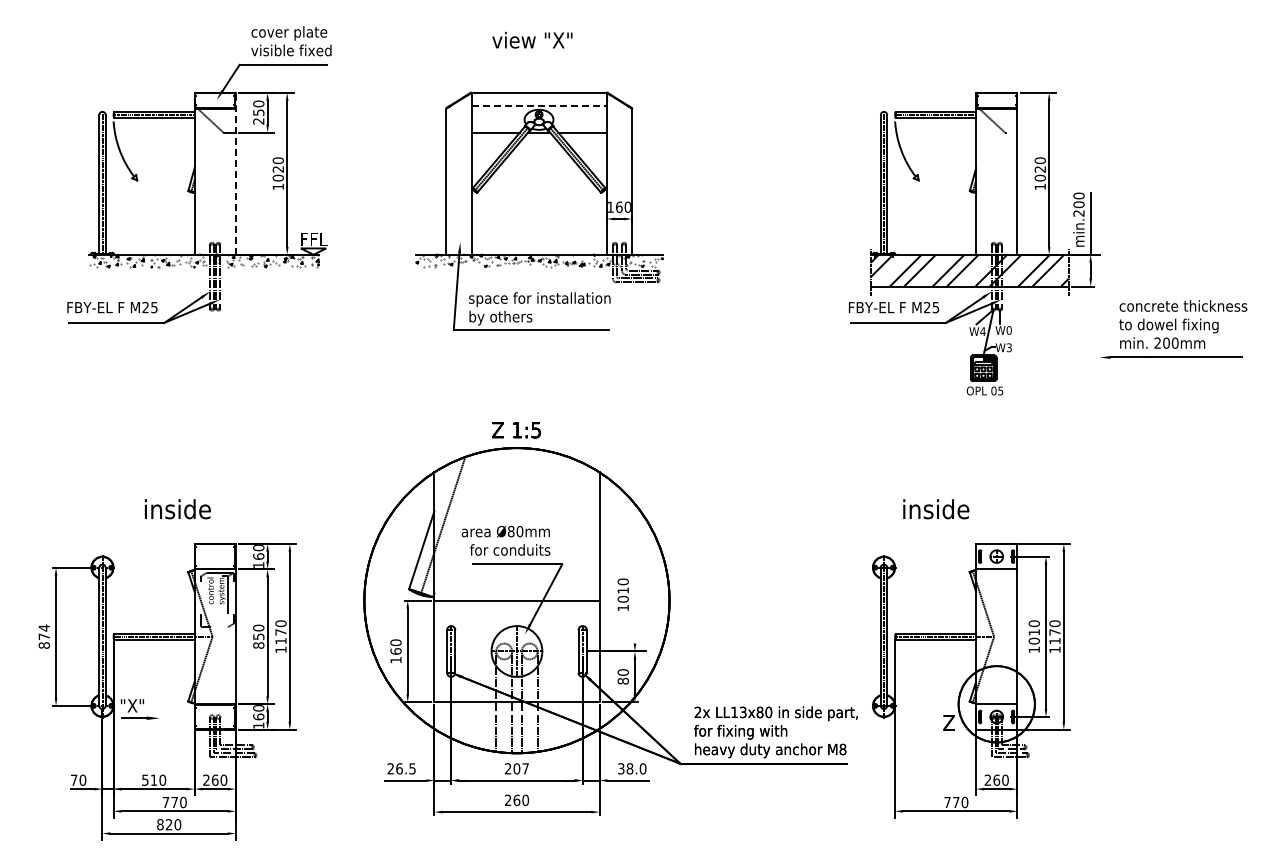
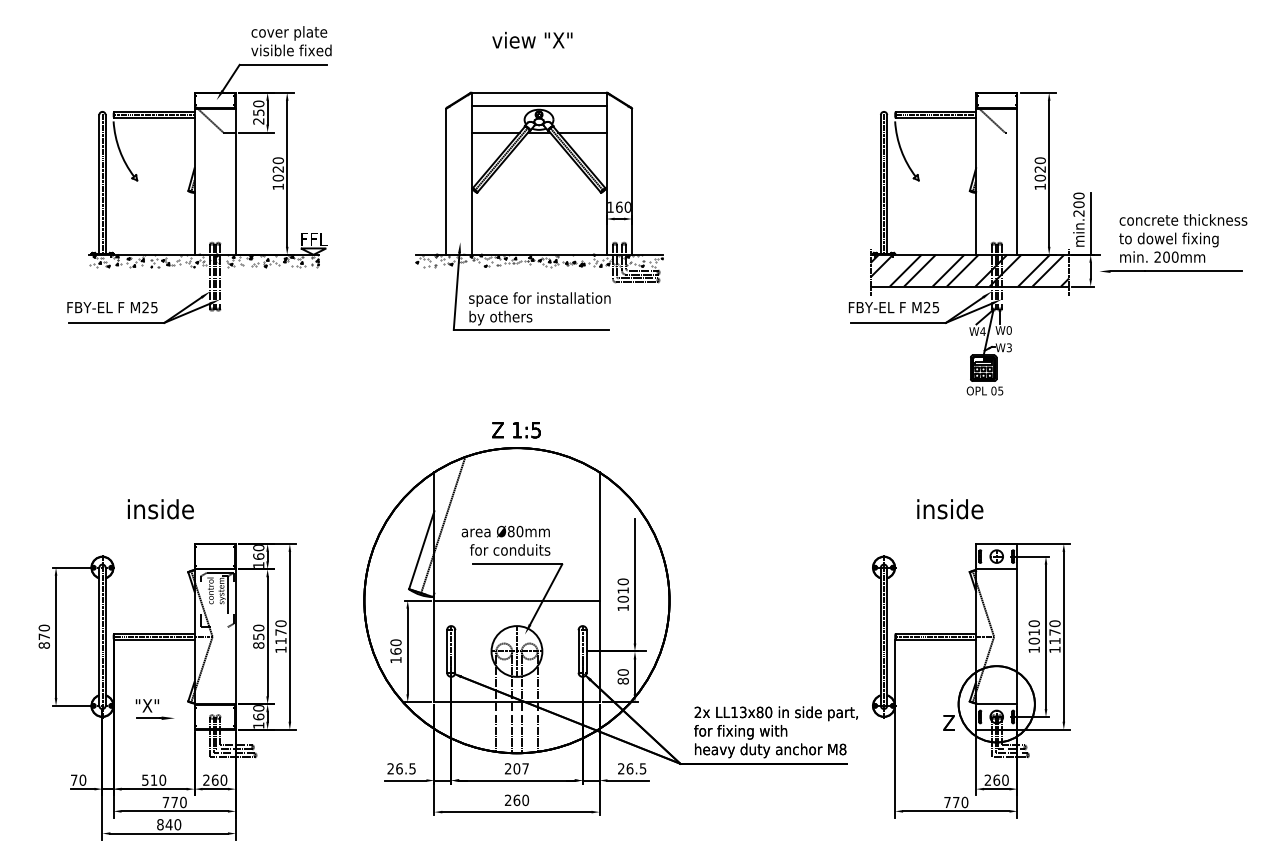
line at (539, 105): dashed -> solid
line at (235, 173): dashed -> solid
part at (1173, 329) position: (1173, 329) -> (1173, 243)
text at (177, 509) position: (177, 509) -> (160, 509)
text at (936, 509) position: (936, 509) -> (950, 509)
line at (634, 581): none -> present
text at (43, 627): 874 -> 870
part at (139, 709) position: (139, 709) -> (154, 709)
text at (632, 768): 38.0 -> 26.5
text at (168, 824): 820 -> 840
